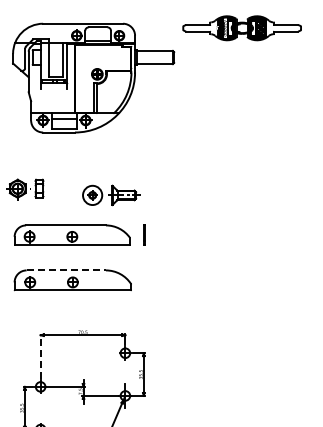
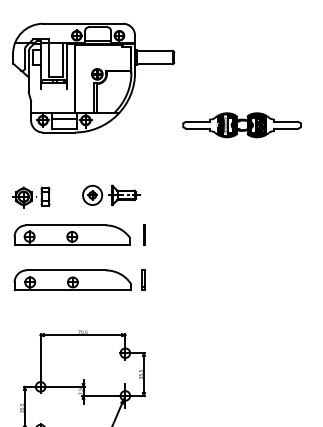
part at (241, 28) position: (241, 28) -> (241, 125)
part at (25, 189) position: (25, 189) -> (31, 197)
line at (66, 270): dashed -> solid
line at (142, 279): none -> present
line at (40, 355): dashed -> solid
